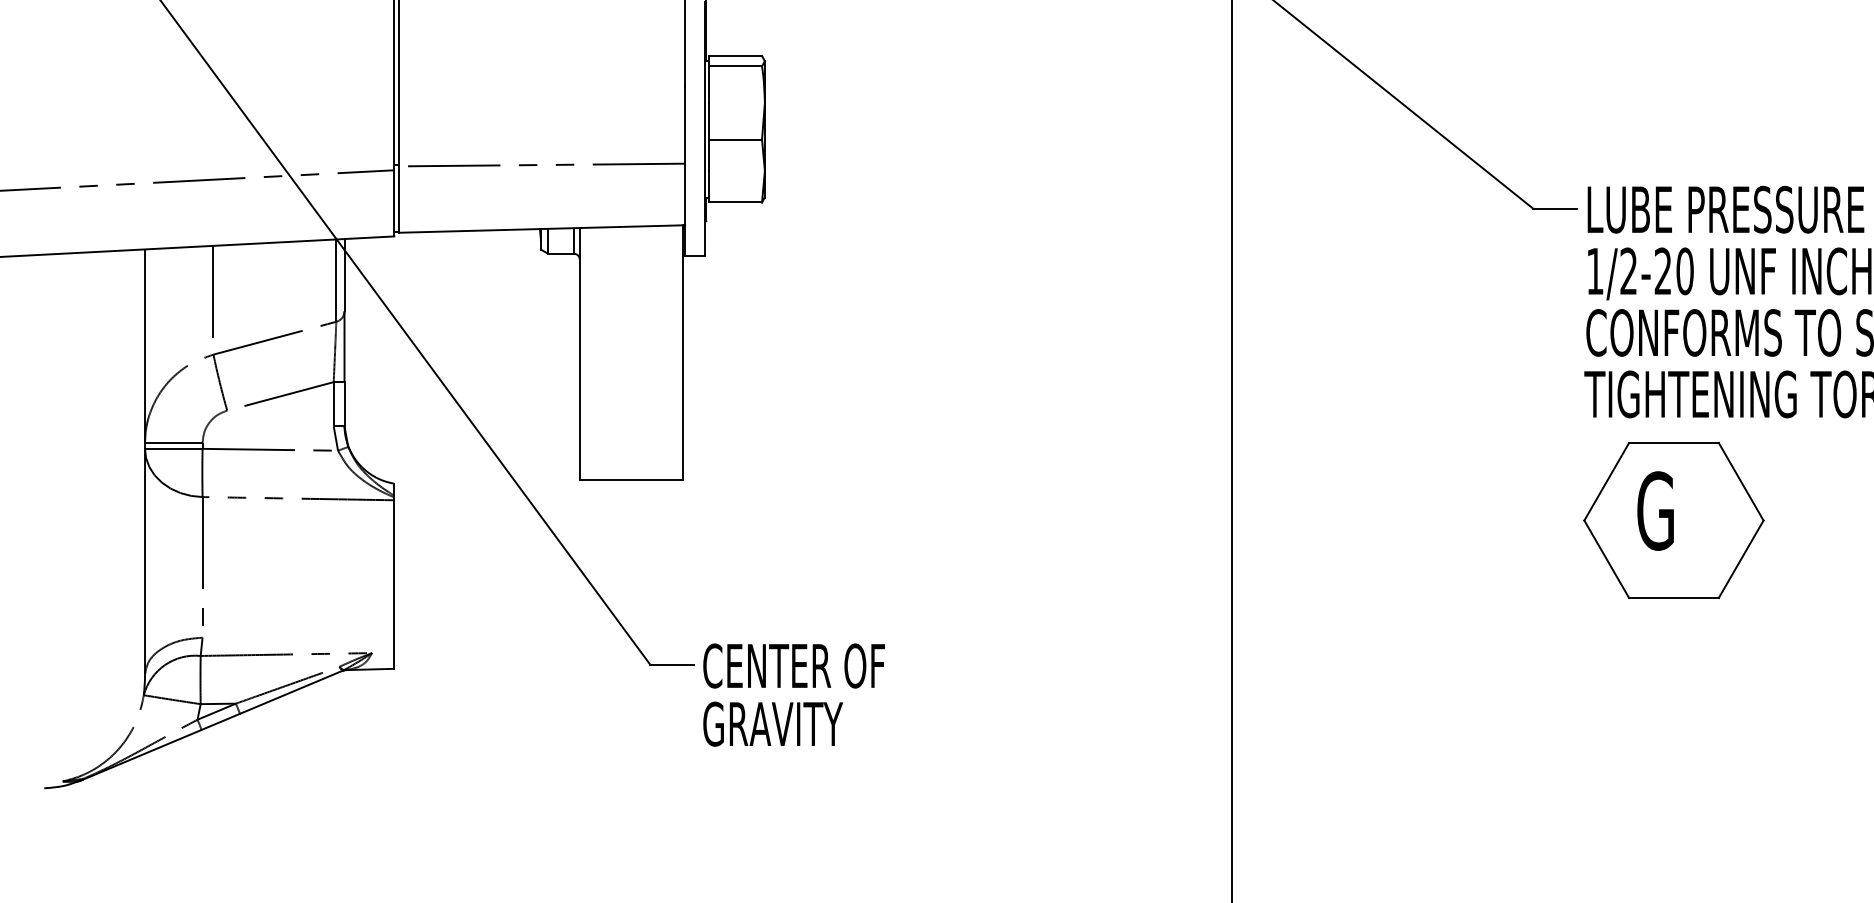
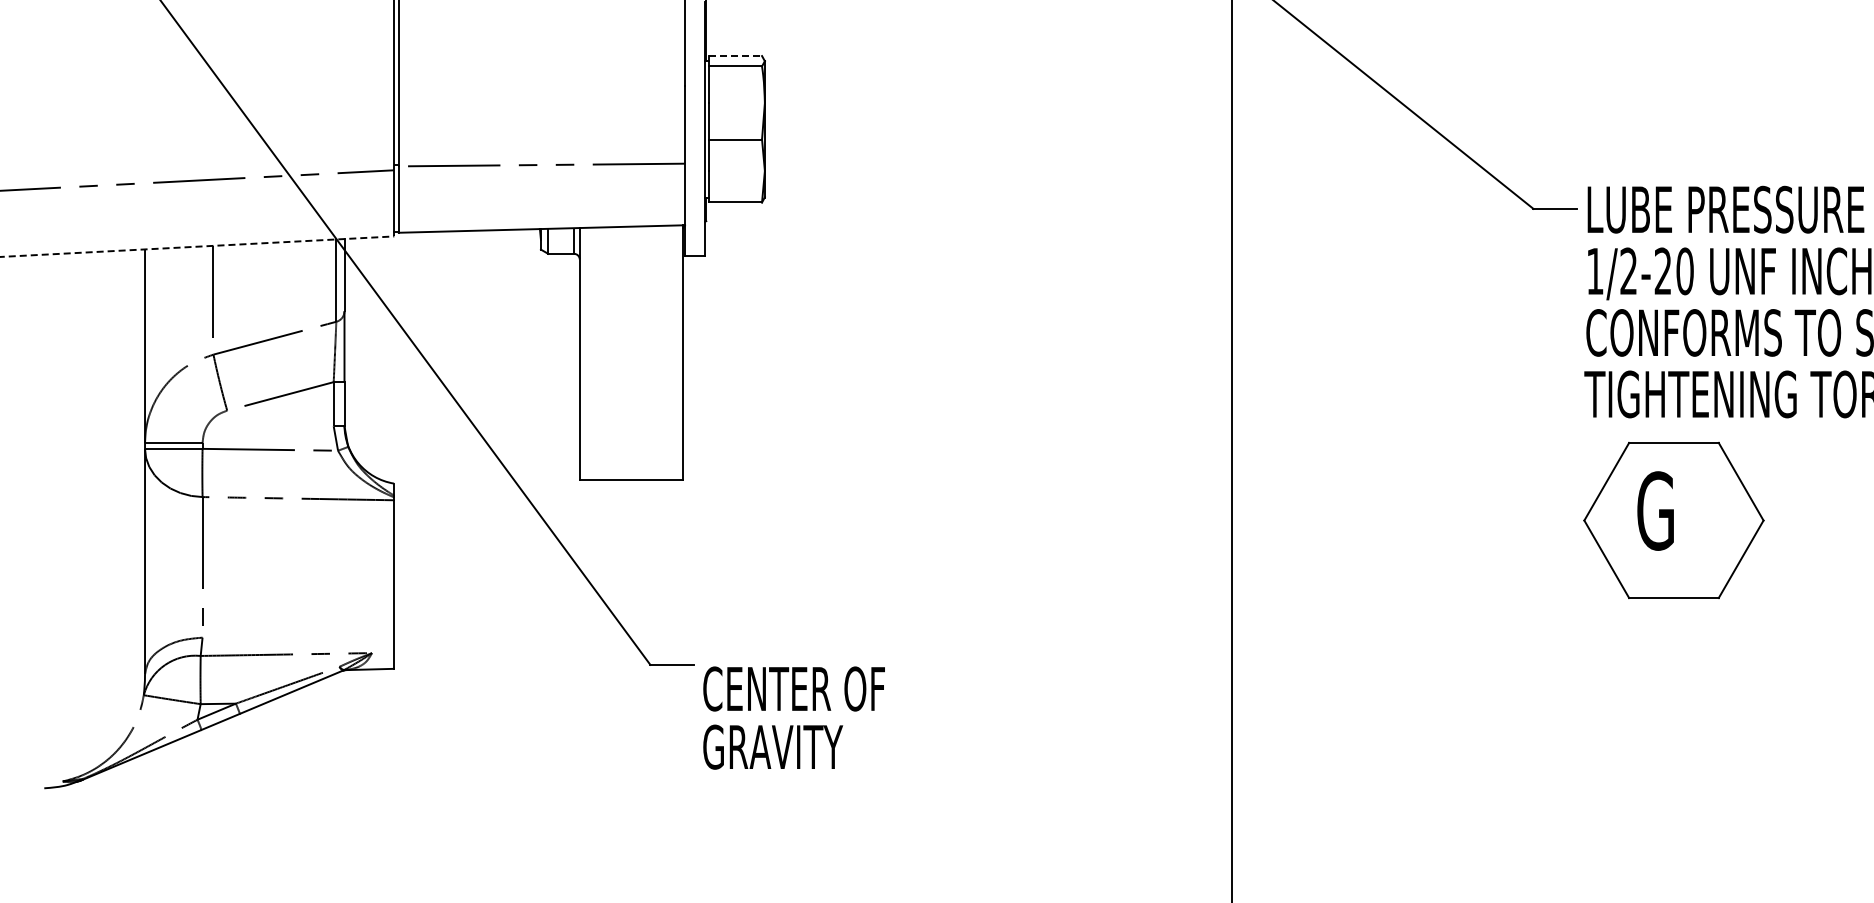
line at (735, 56): solid -> dashed
line at (197, 246): solid -> dashed
text at (793, 694) position: (793, 694) -> (793, 717)
